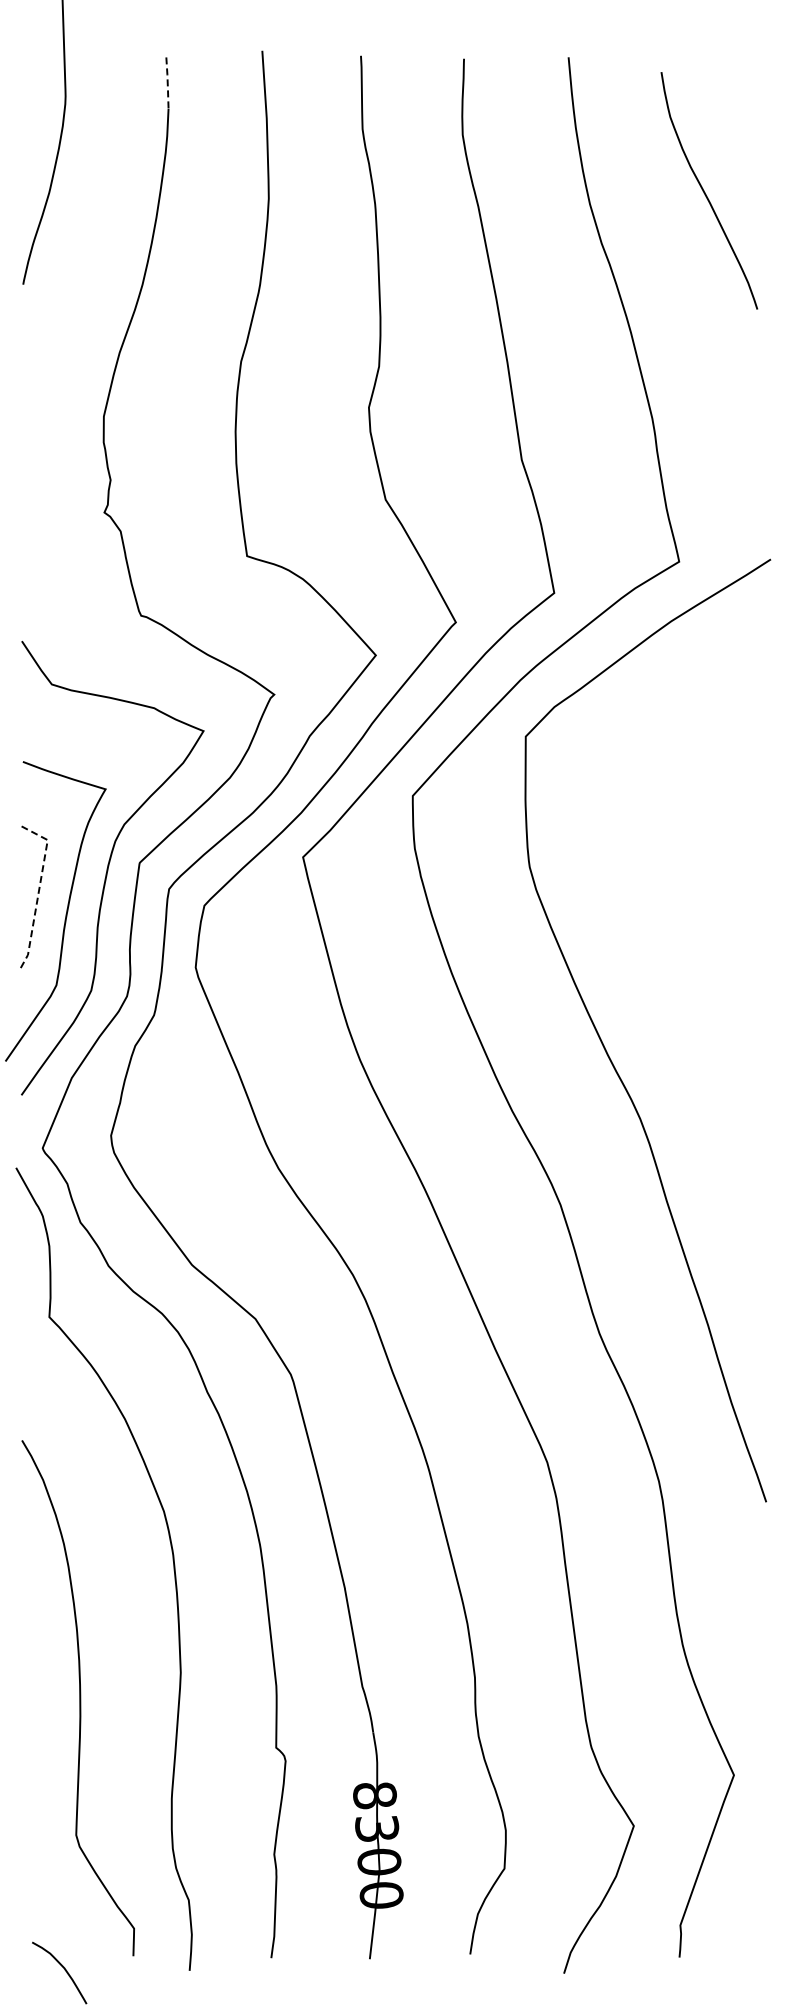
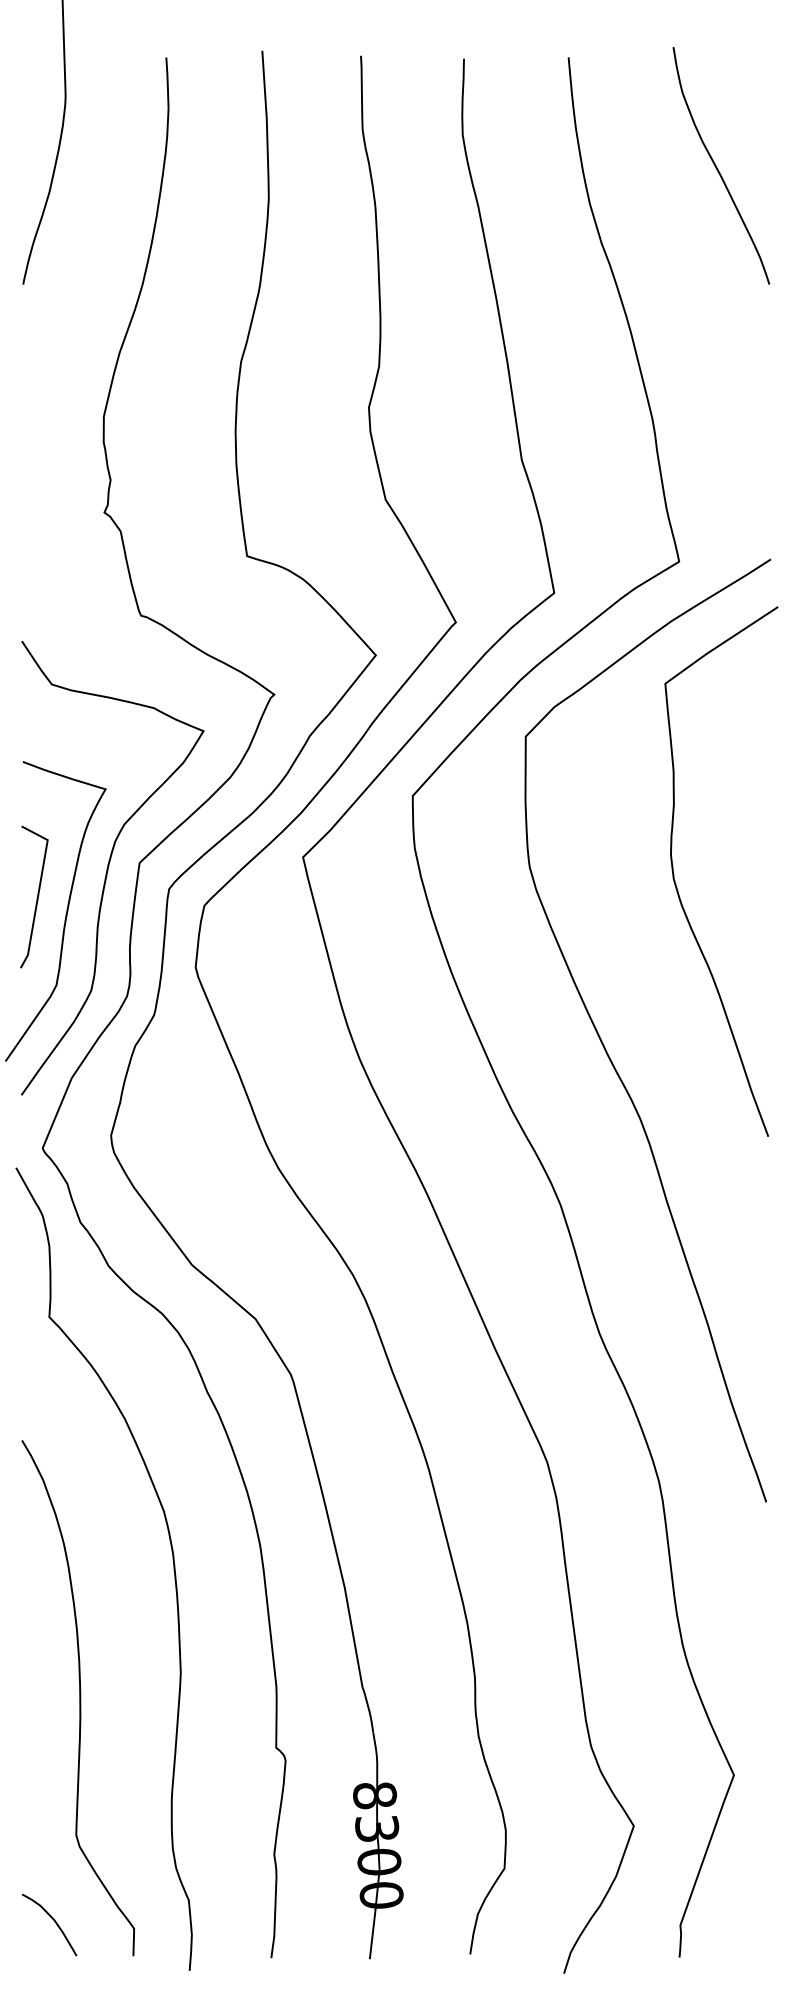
line at (167, 83): dashed -> solid
curve at (705, 192) position: (705, 192) -> (717, 167)
curve at (676, 883): none -> present
line at (38, 891): dashed -> solid
curve at (64, 1970) position: (64, 1970) -> (54, 1922)
